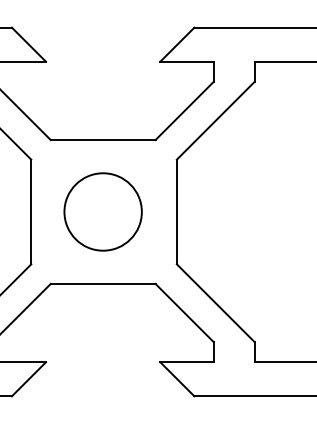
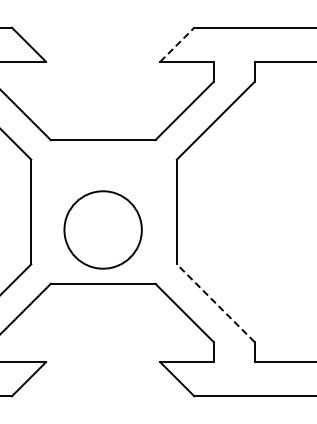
line at (177, 44): solid -> dashed
circle at (102, 211) position: (102, 211) -> (102, 229)
line at (215, 302): solid -> dashed
